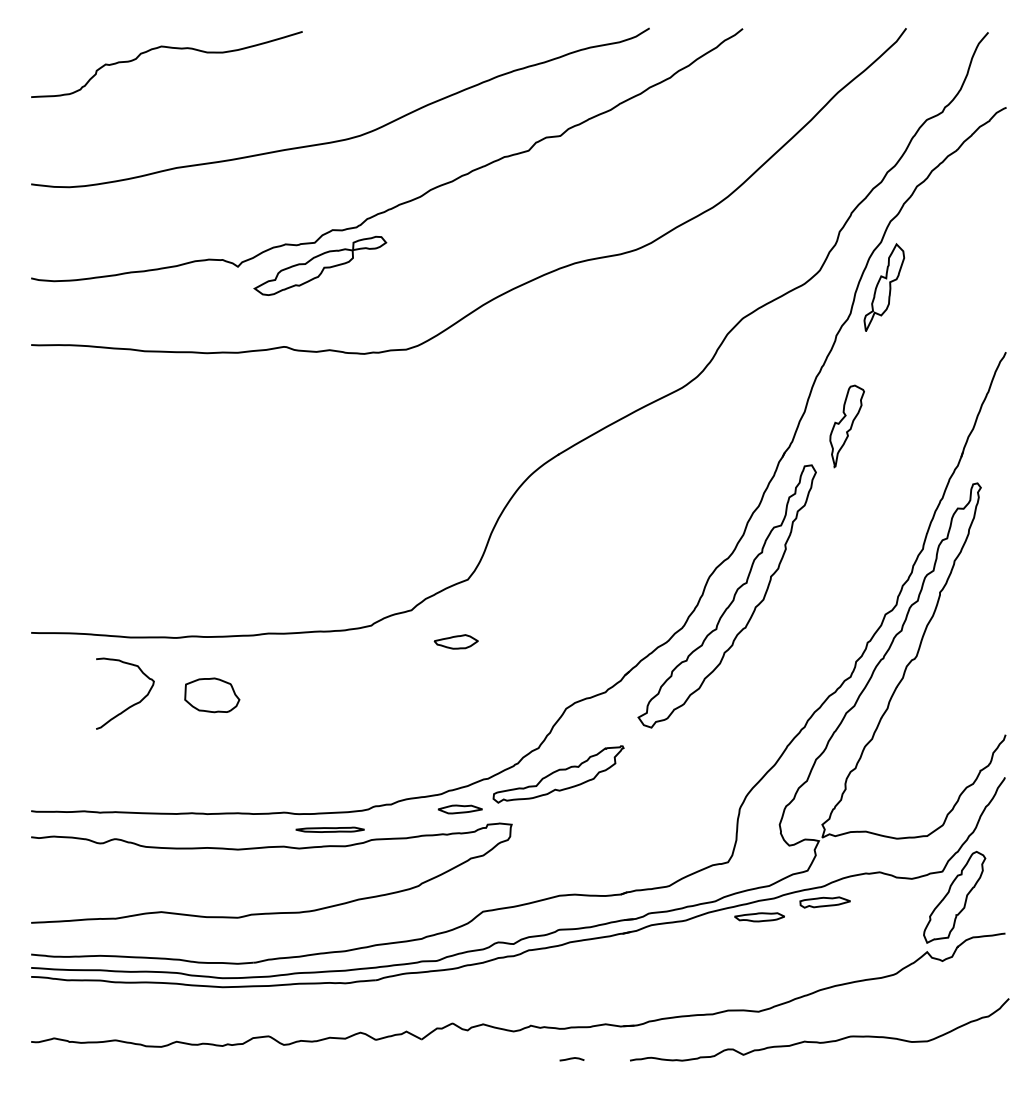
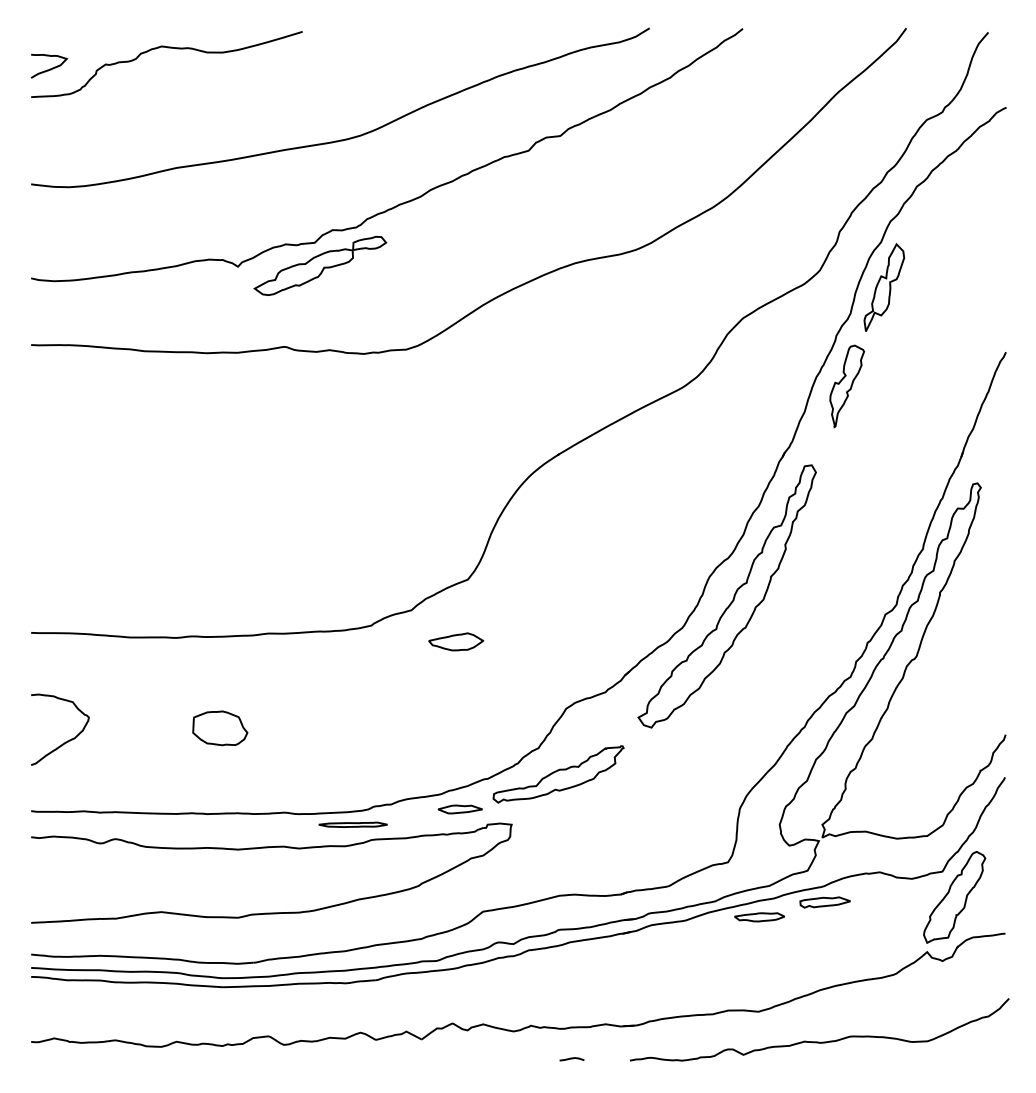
curve at (50, 68): none -> present
part at (846, 426) position: (846, 426) -> (846, 386)
part at (455, 641) size: 46x16 px -> 57x20 px
part at (212, 695) position: (212, 695) -> (220, 728)
curve at (130, 705) position: (130, 705) -> (65, 741)
part at (329, 829) position: (329, 829) -> (352, 824)
